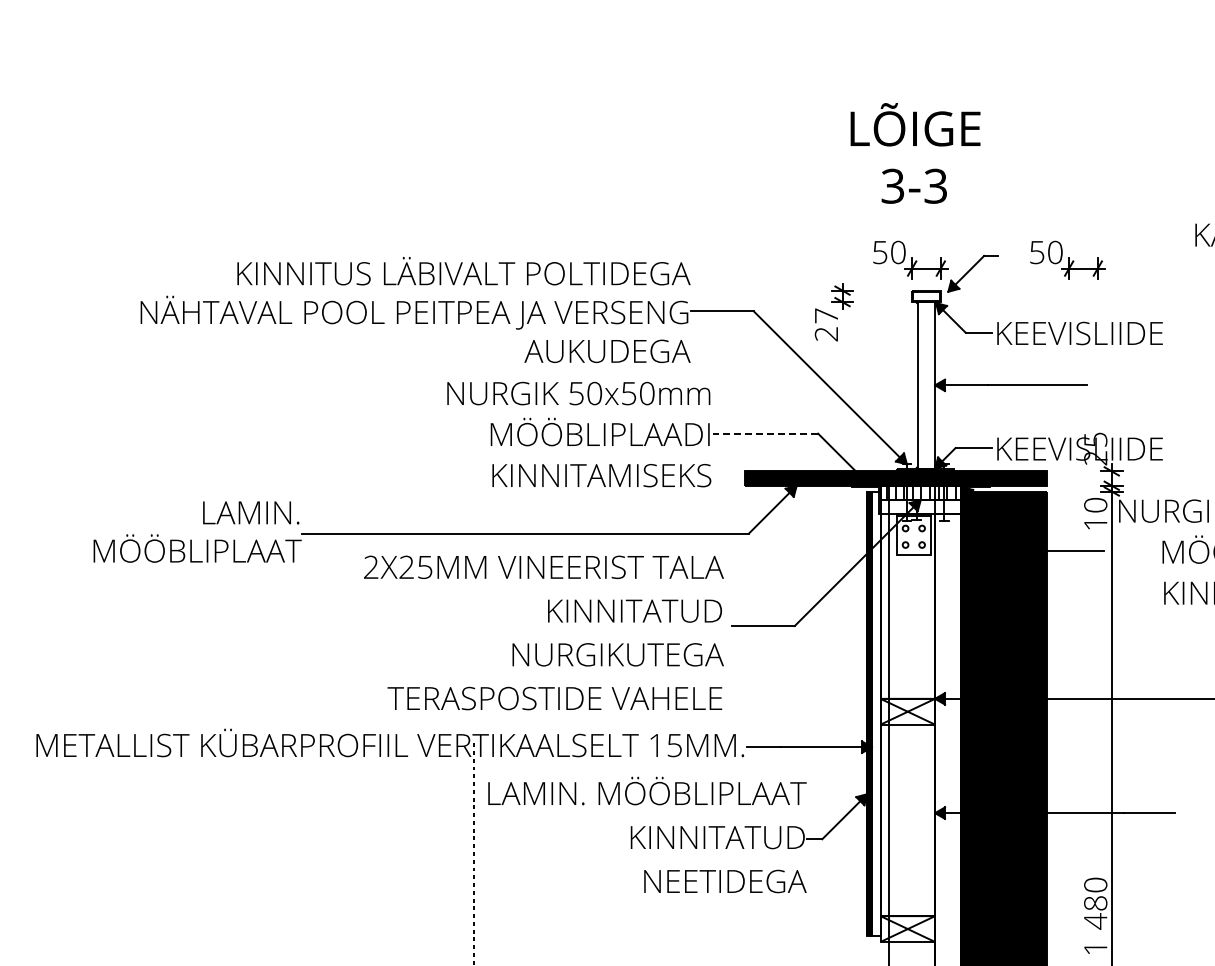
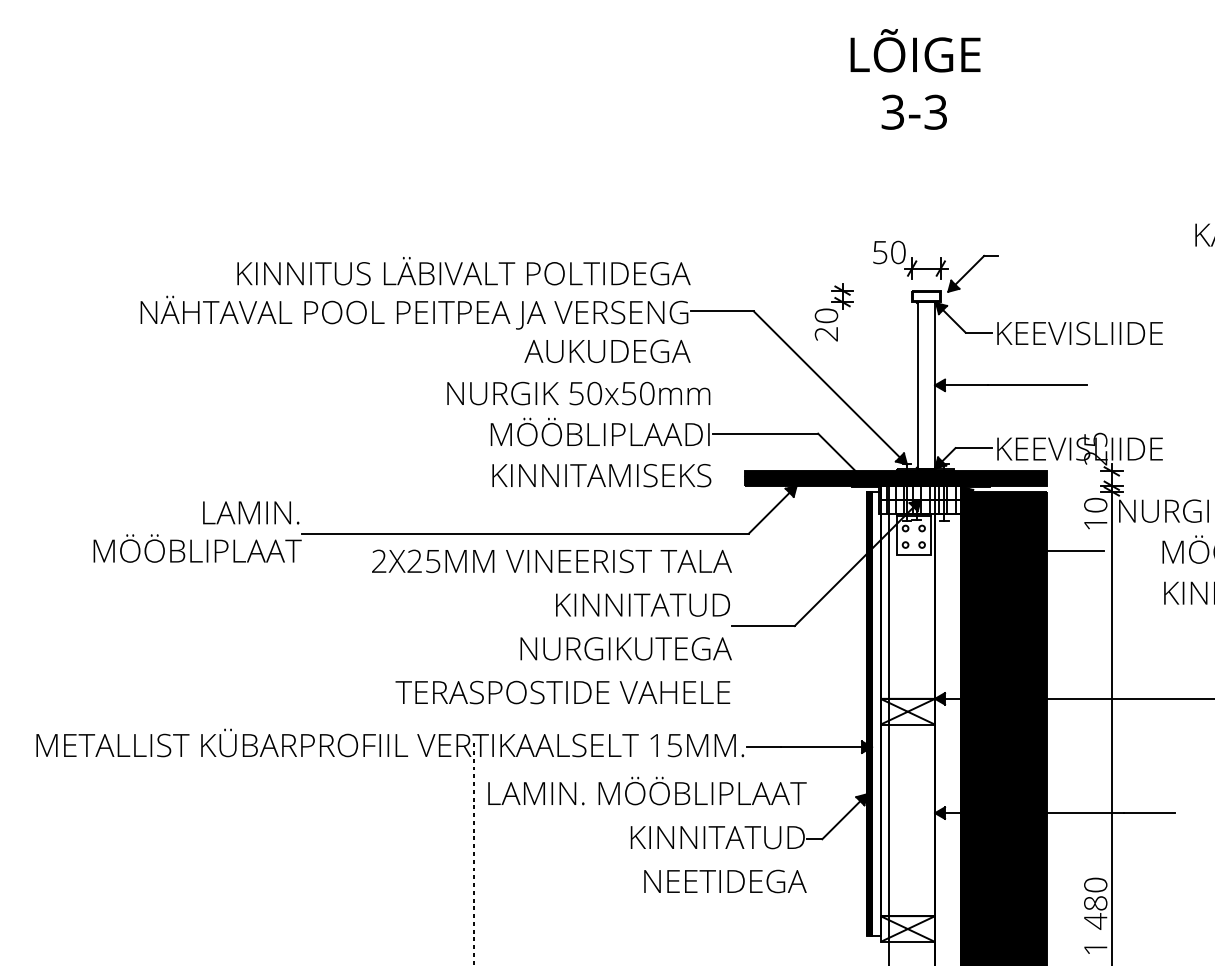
text at (915, 153) position: (915, 153) -> (915, 79)
part at (1067, 259): present -> none
text at (826, 315): 27 -> 20
line at (765, 433): dashed -> solid
hatch at (921, 507): none -> present
text at (543, 632) position: (543, 632) -> (551, 626)
